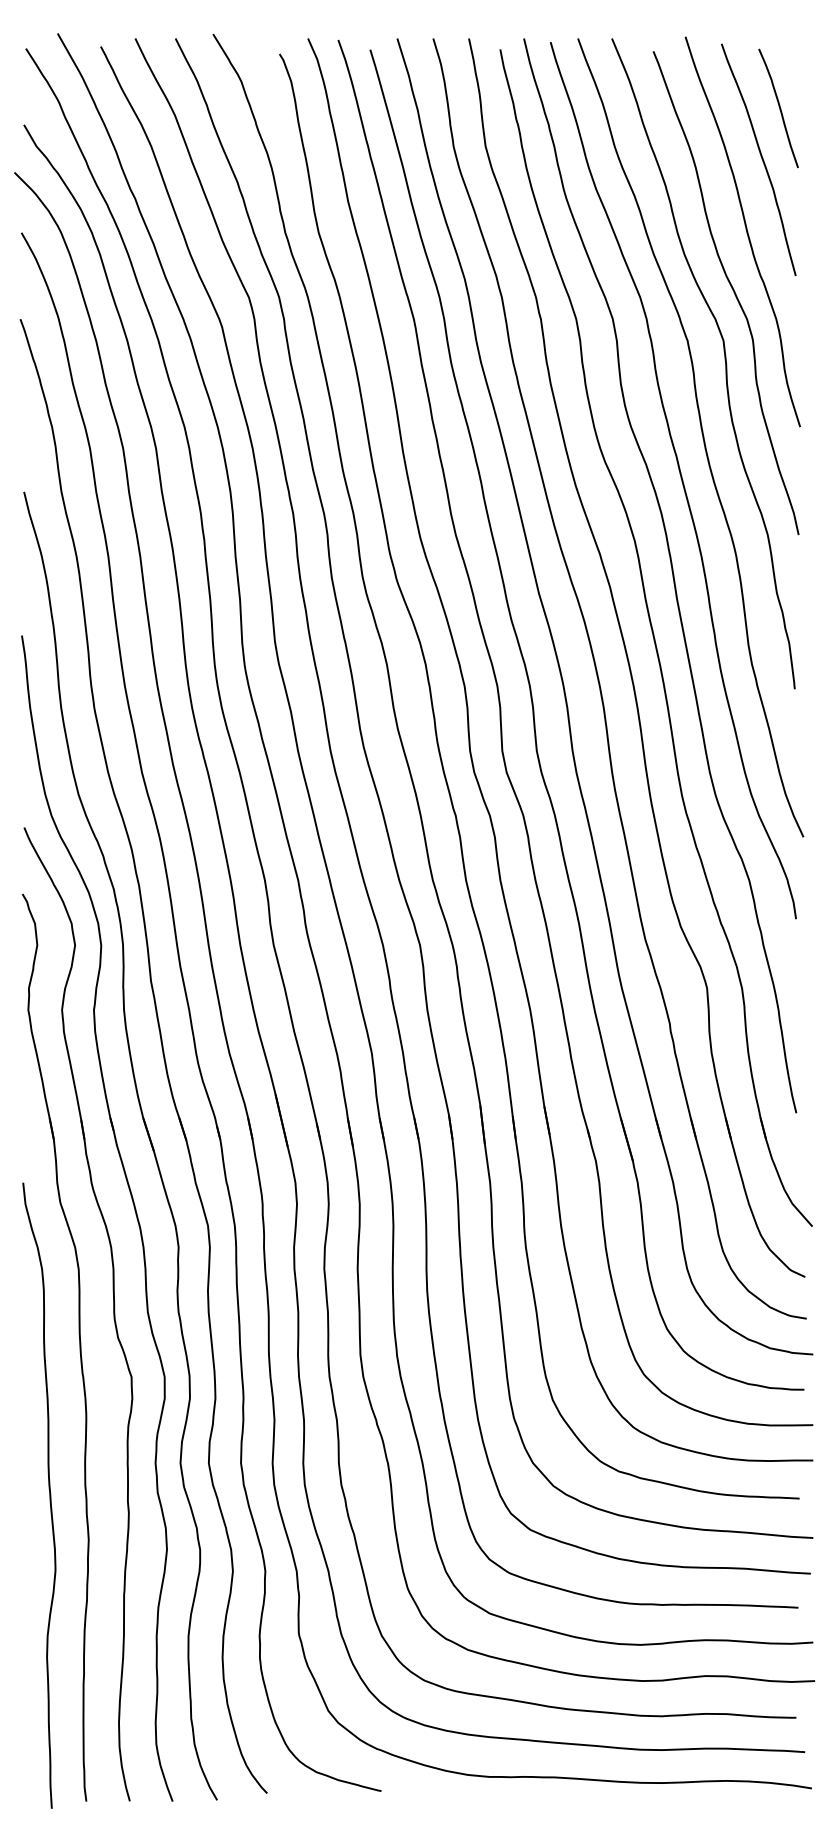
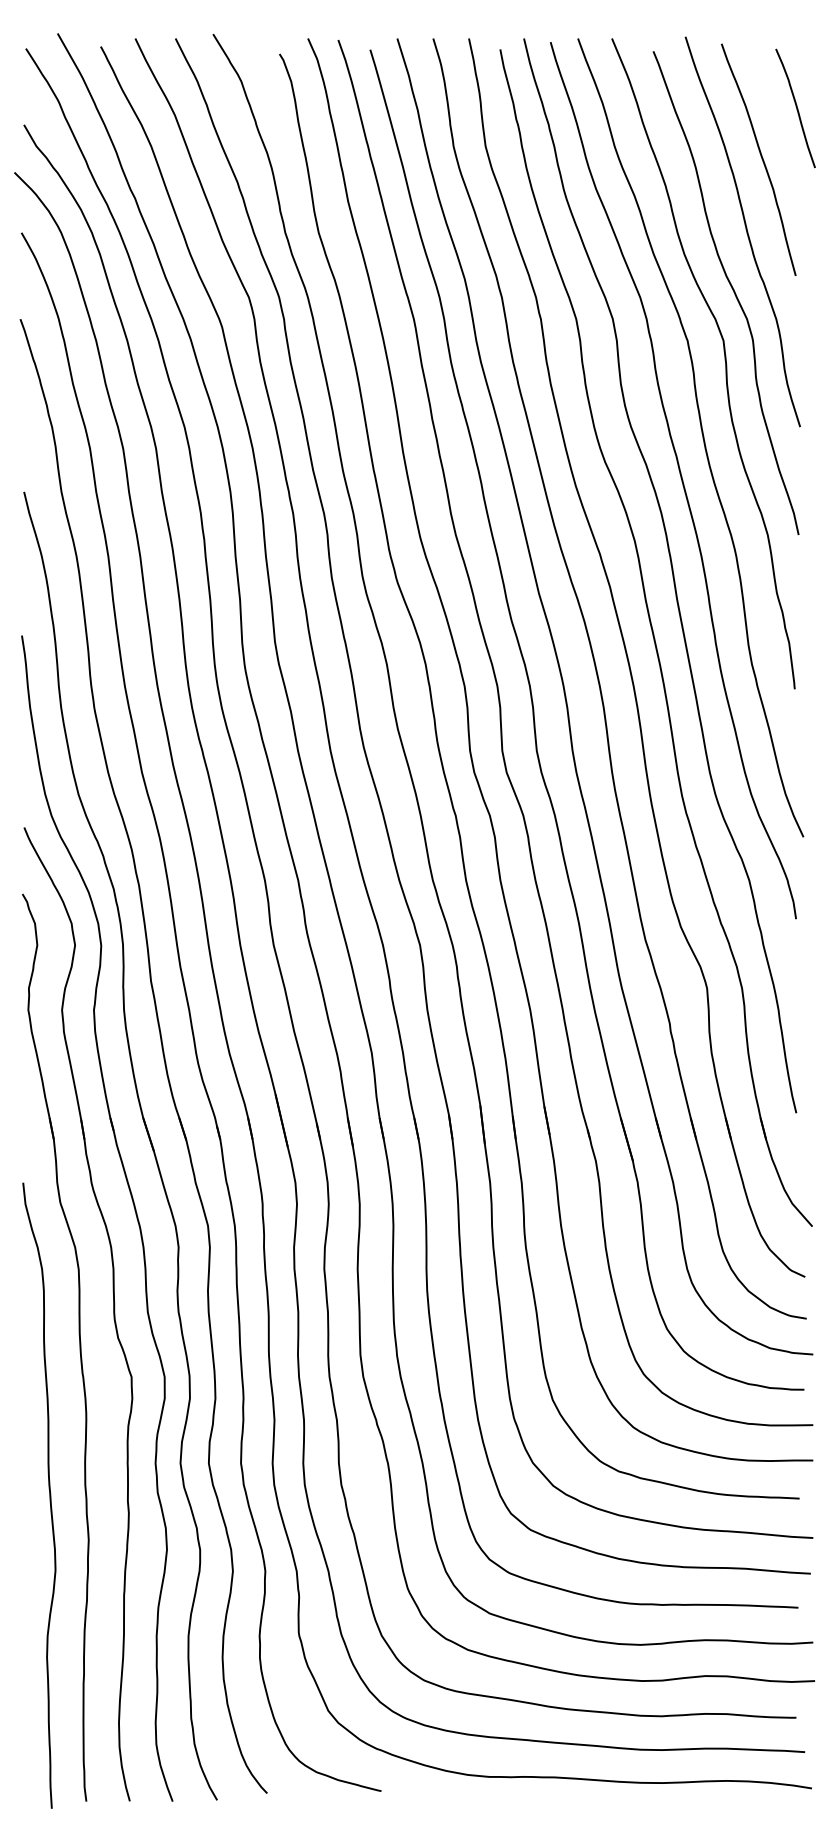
curve at (779, 108) position: (779, 108) -> (796, 108)
